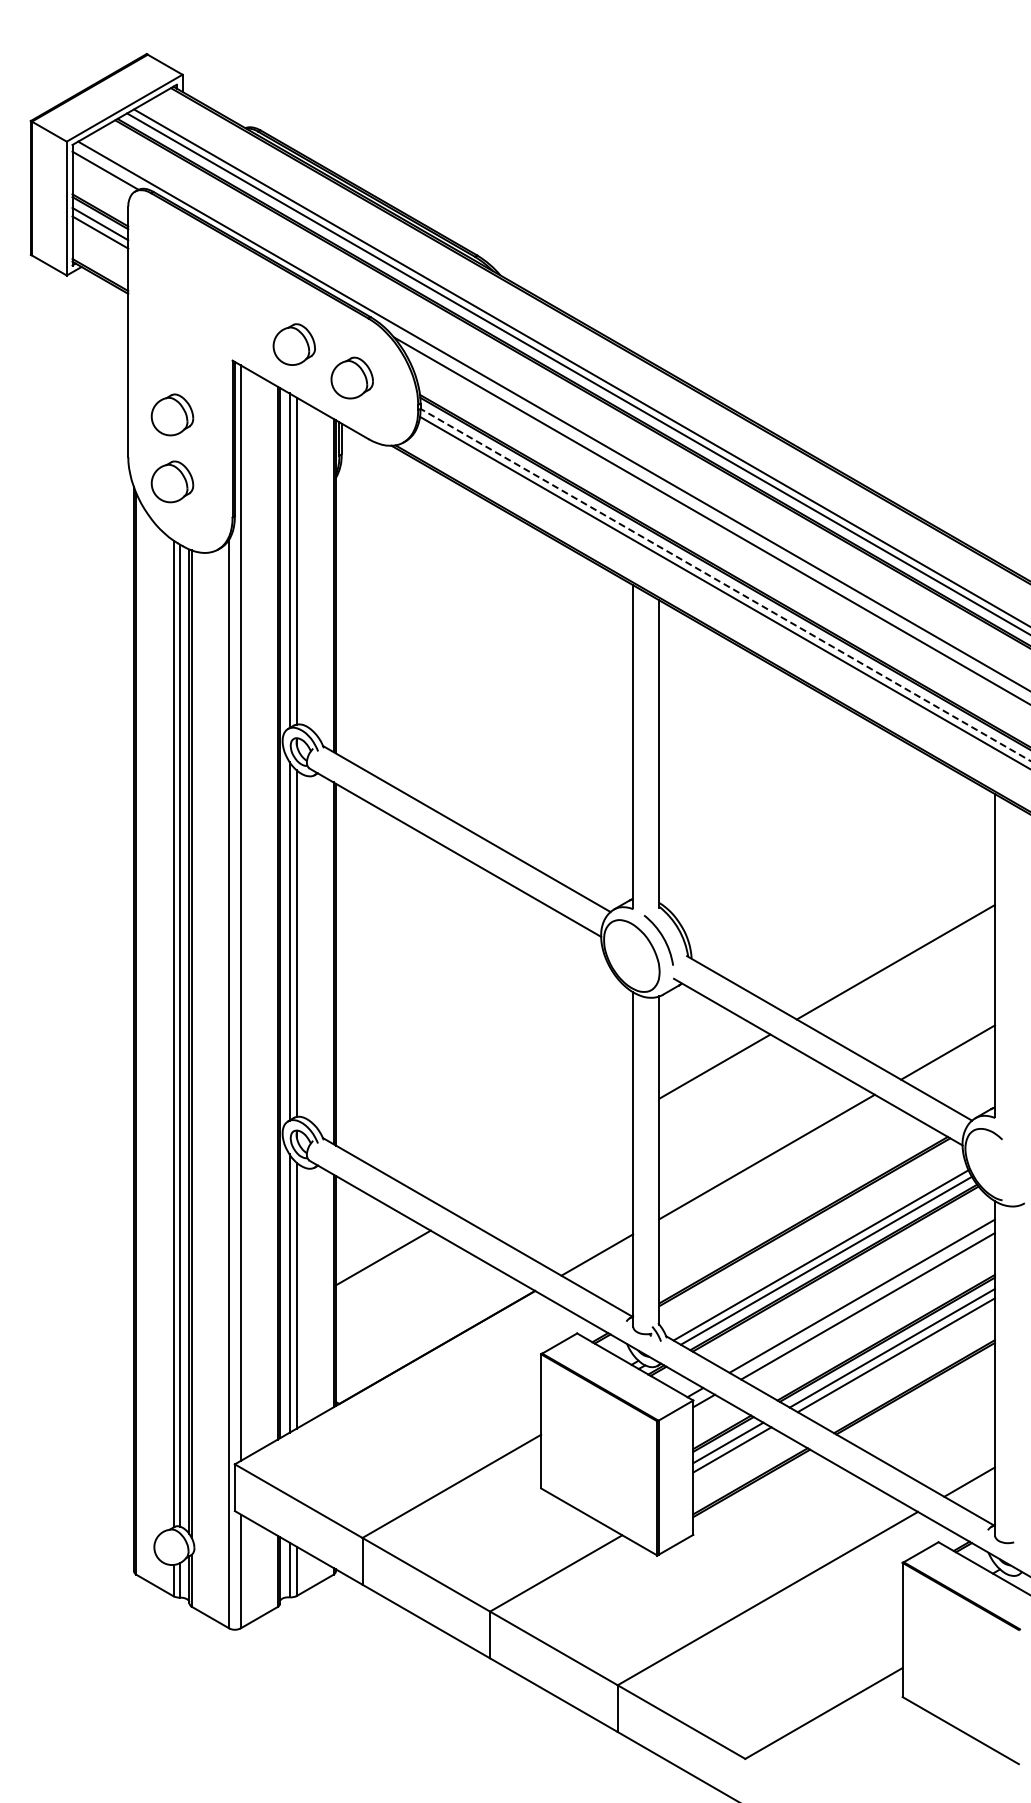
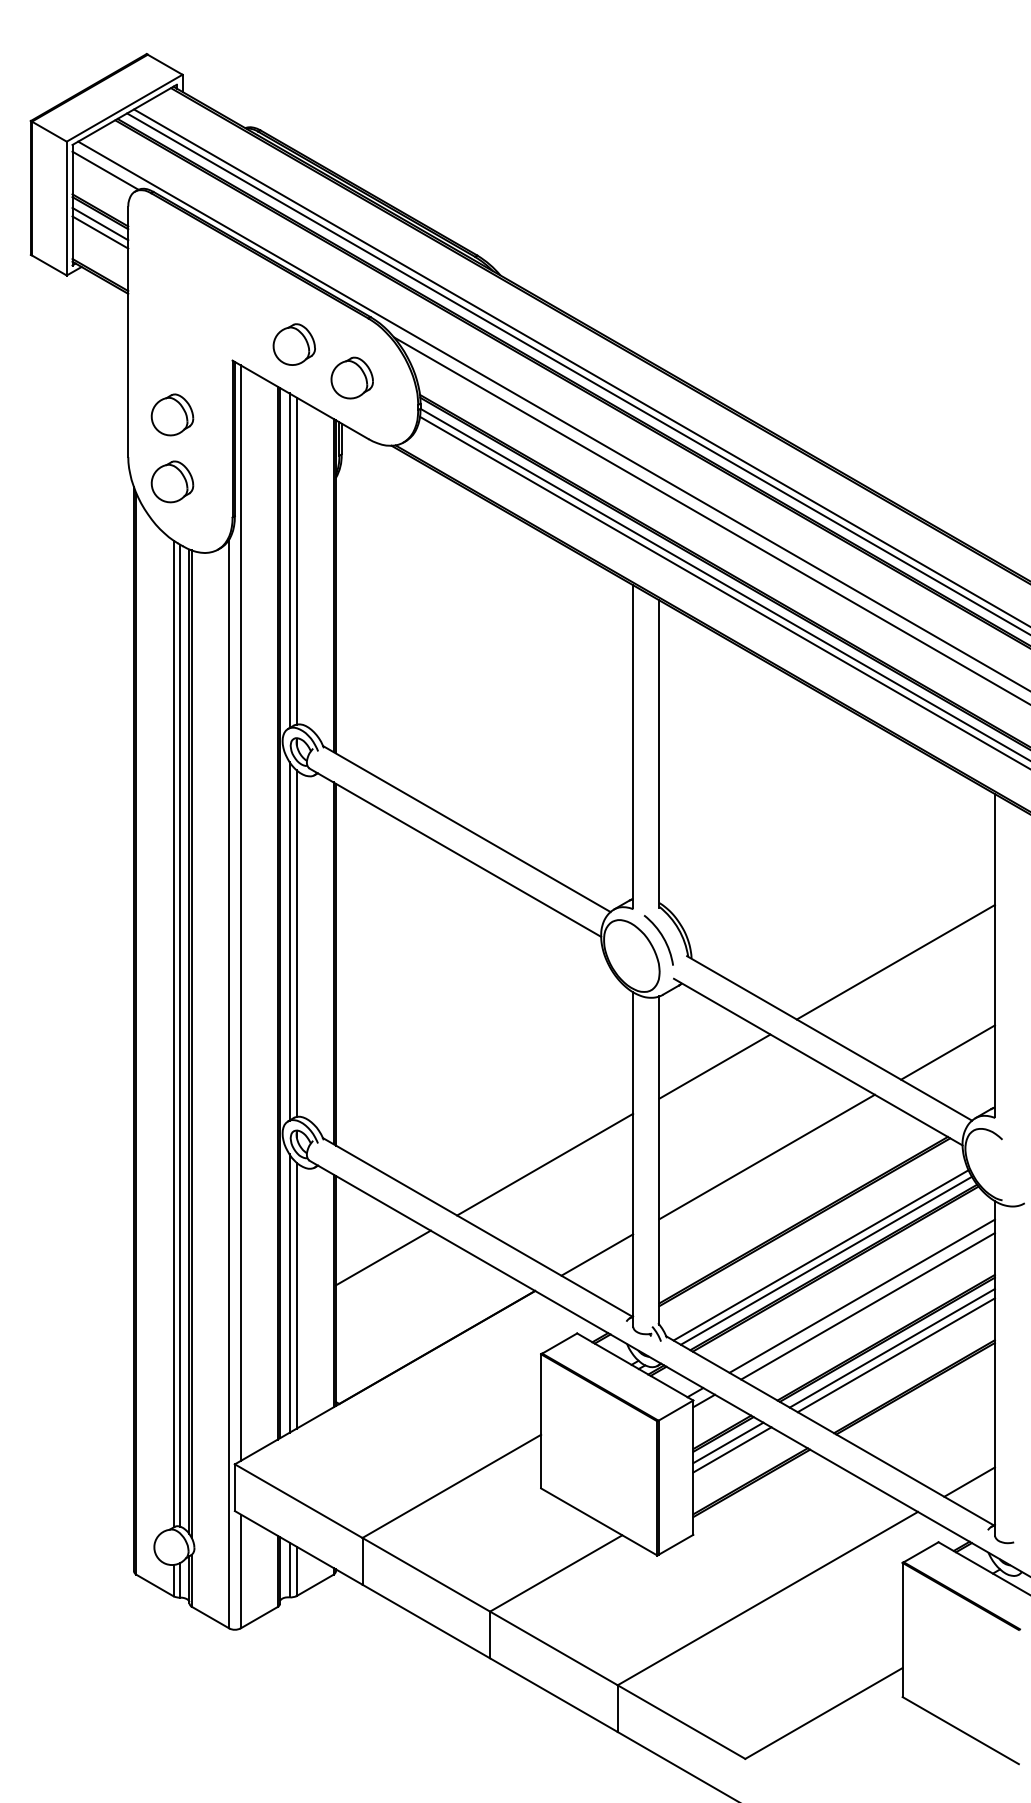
line at (725, 584): dashed -> solid
line at (545, 1164): none -> present
